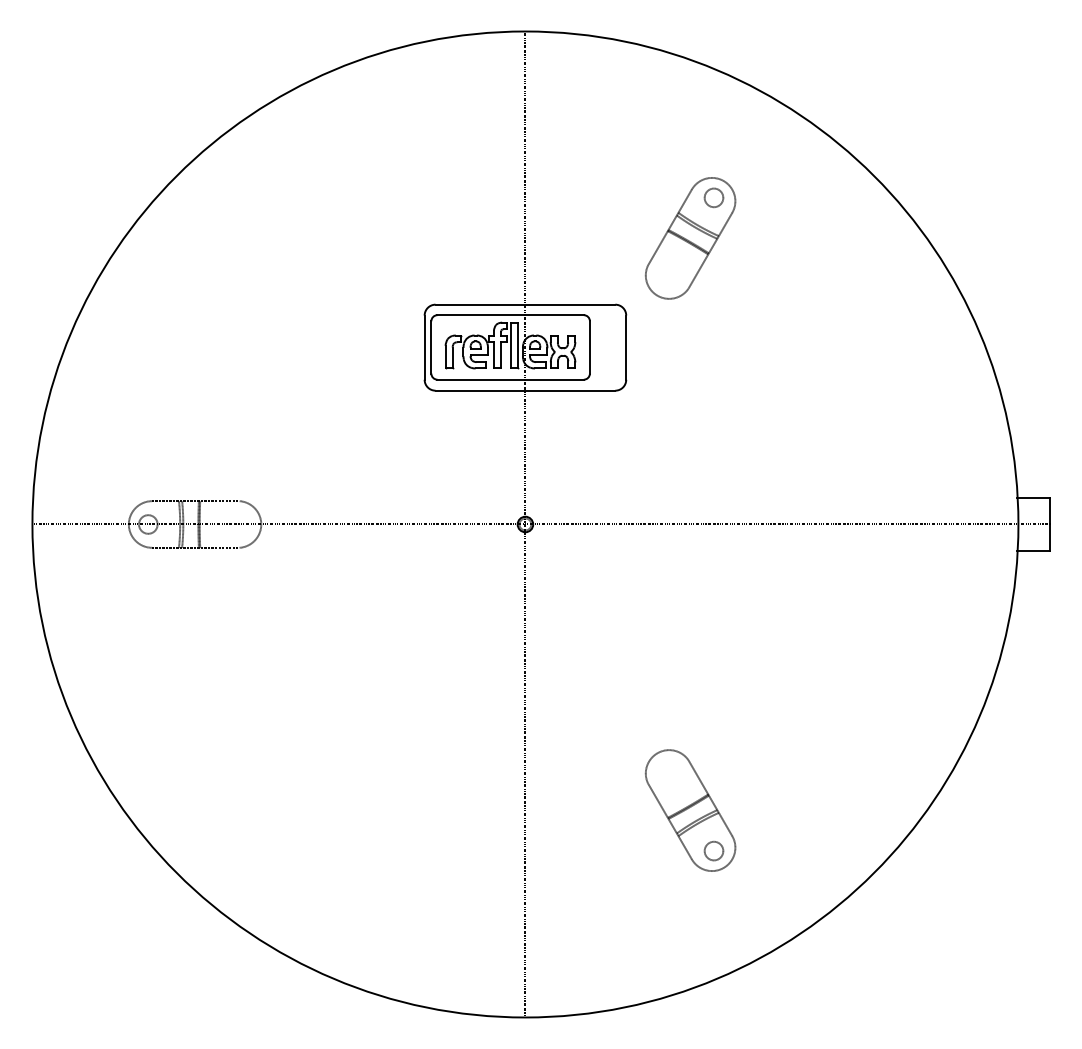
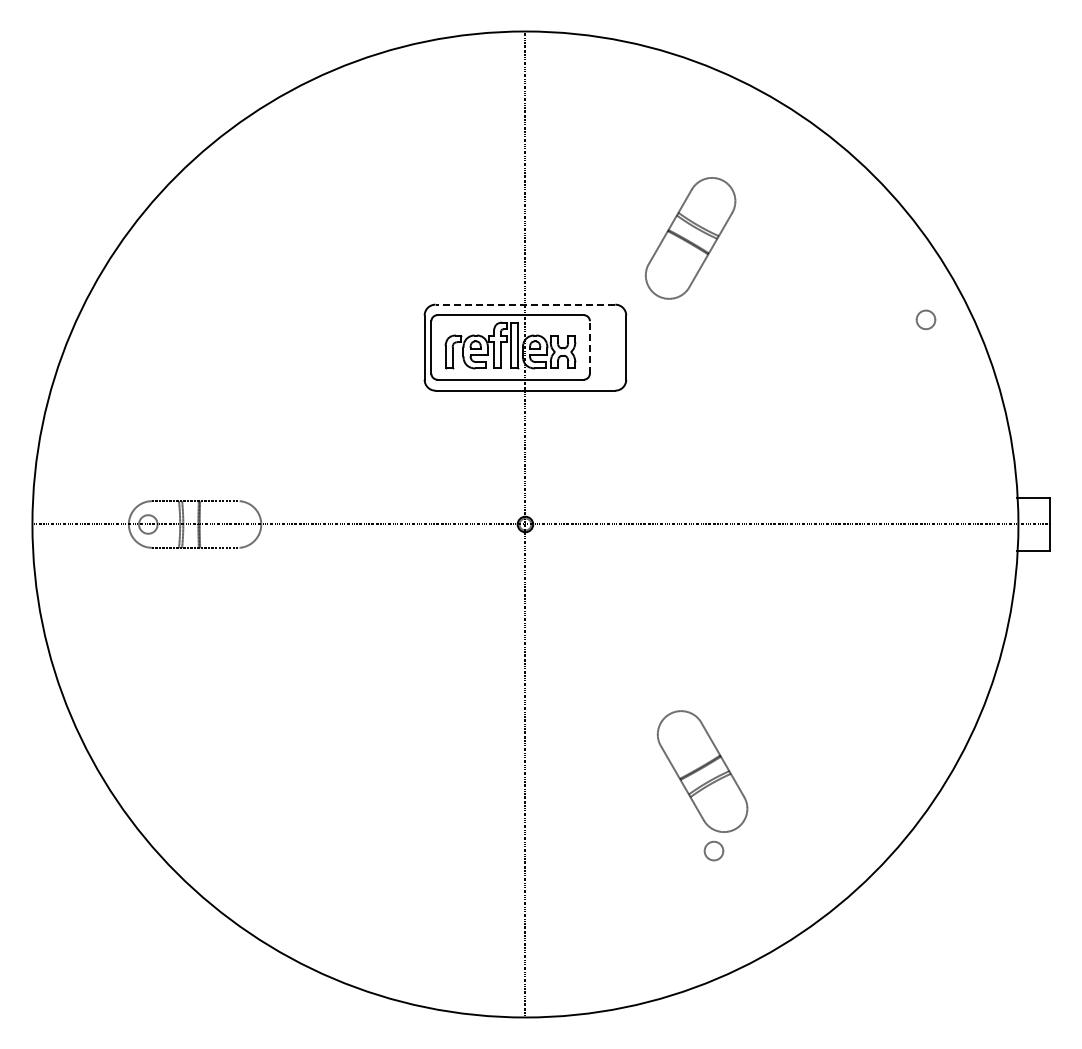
circle at (713, 197) position: (713, 197) -> (925, 319)
line at (525, 304): solid -> dashed
line at (589, 346): solid -> dashed
part at (690, 810) position: (690, 810) -> (702, 771)
